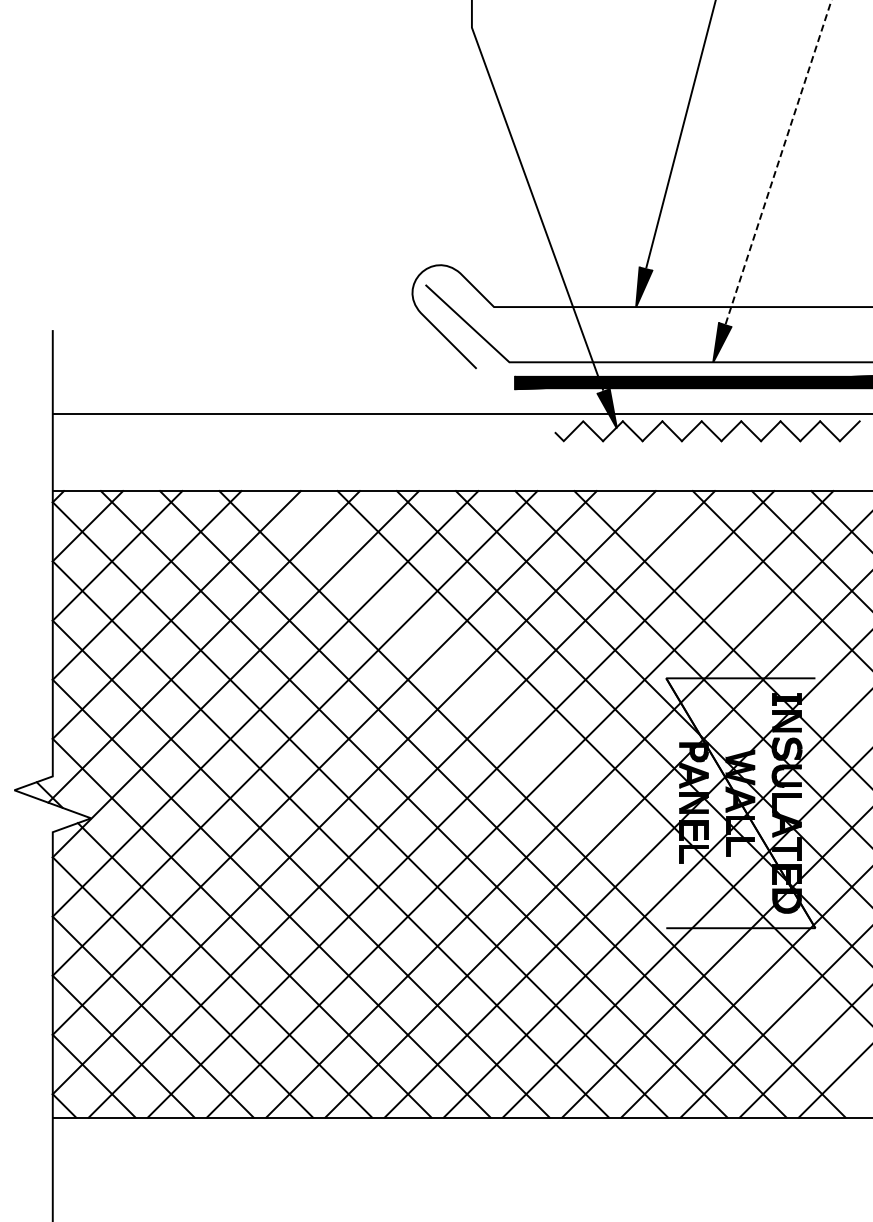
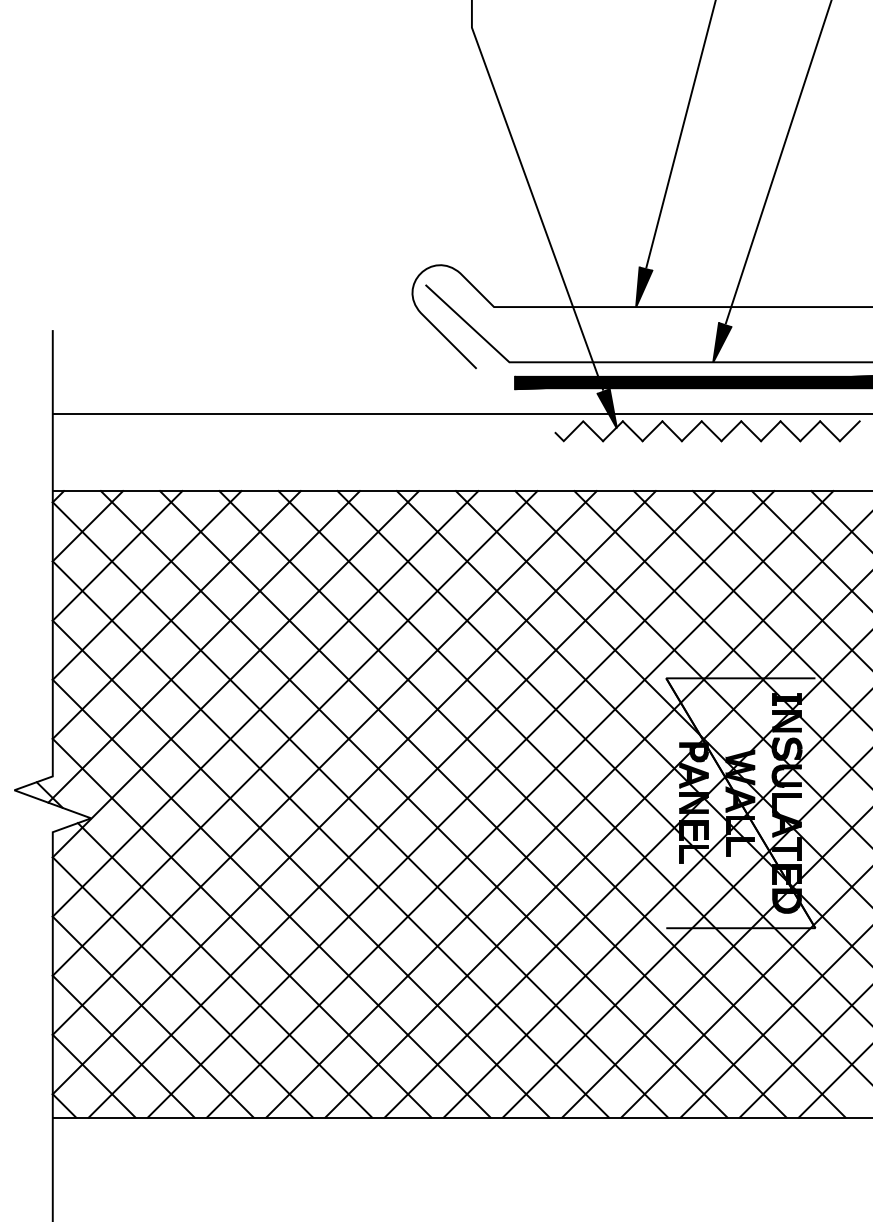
line at (778, 161): dashed -> solid
line at (751, 608): none -> present
line at (573, 786): none -> present
